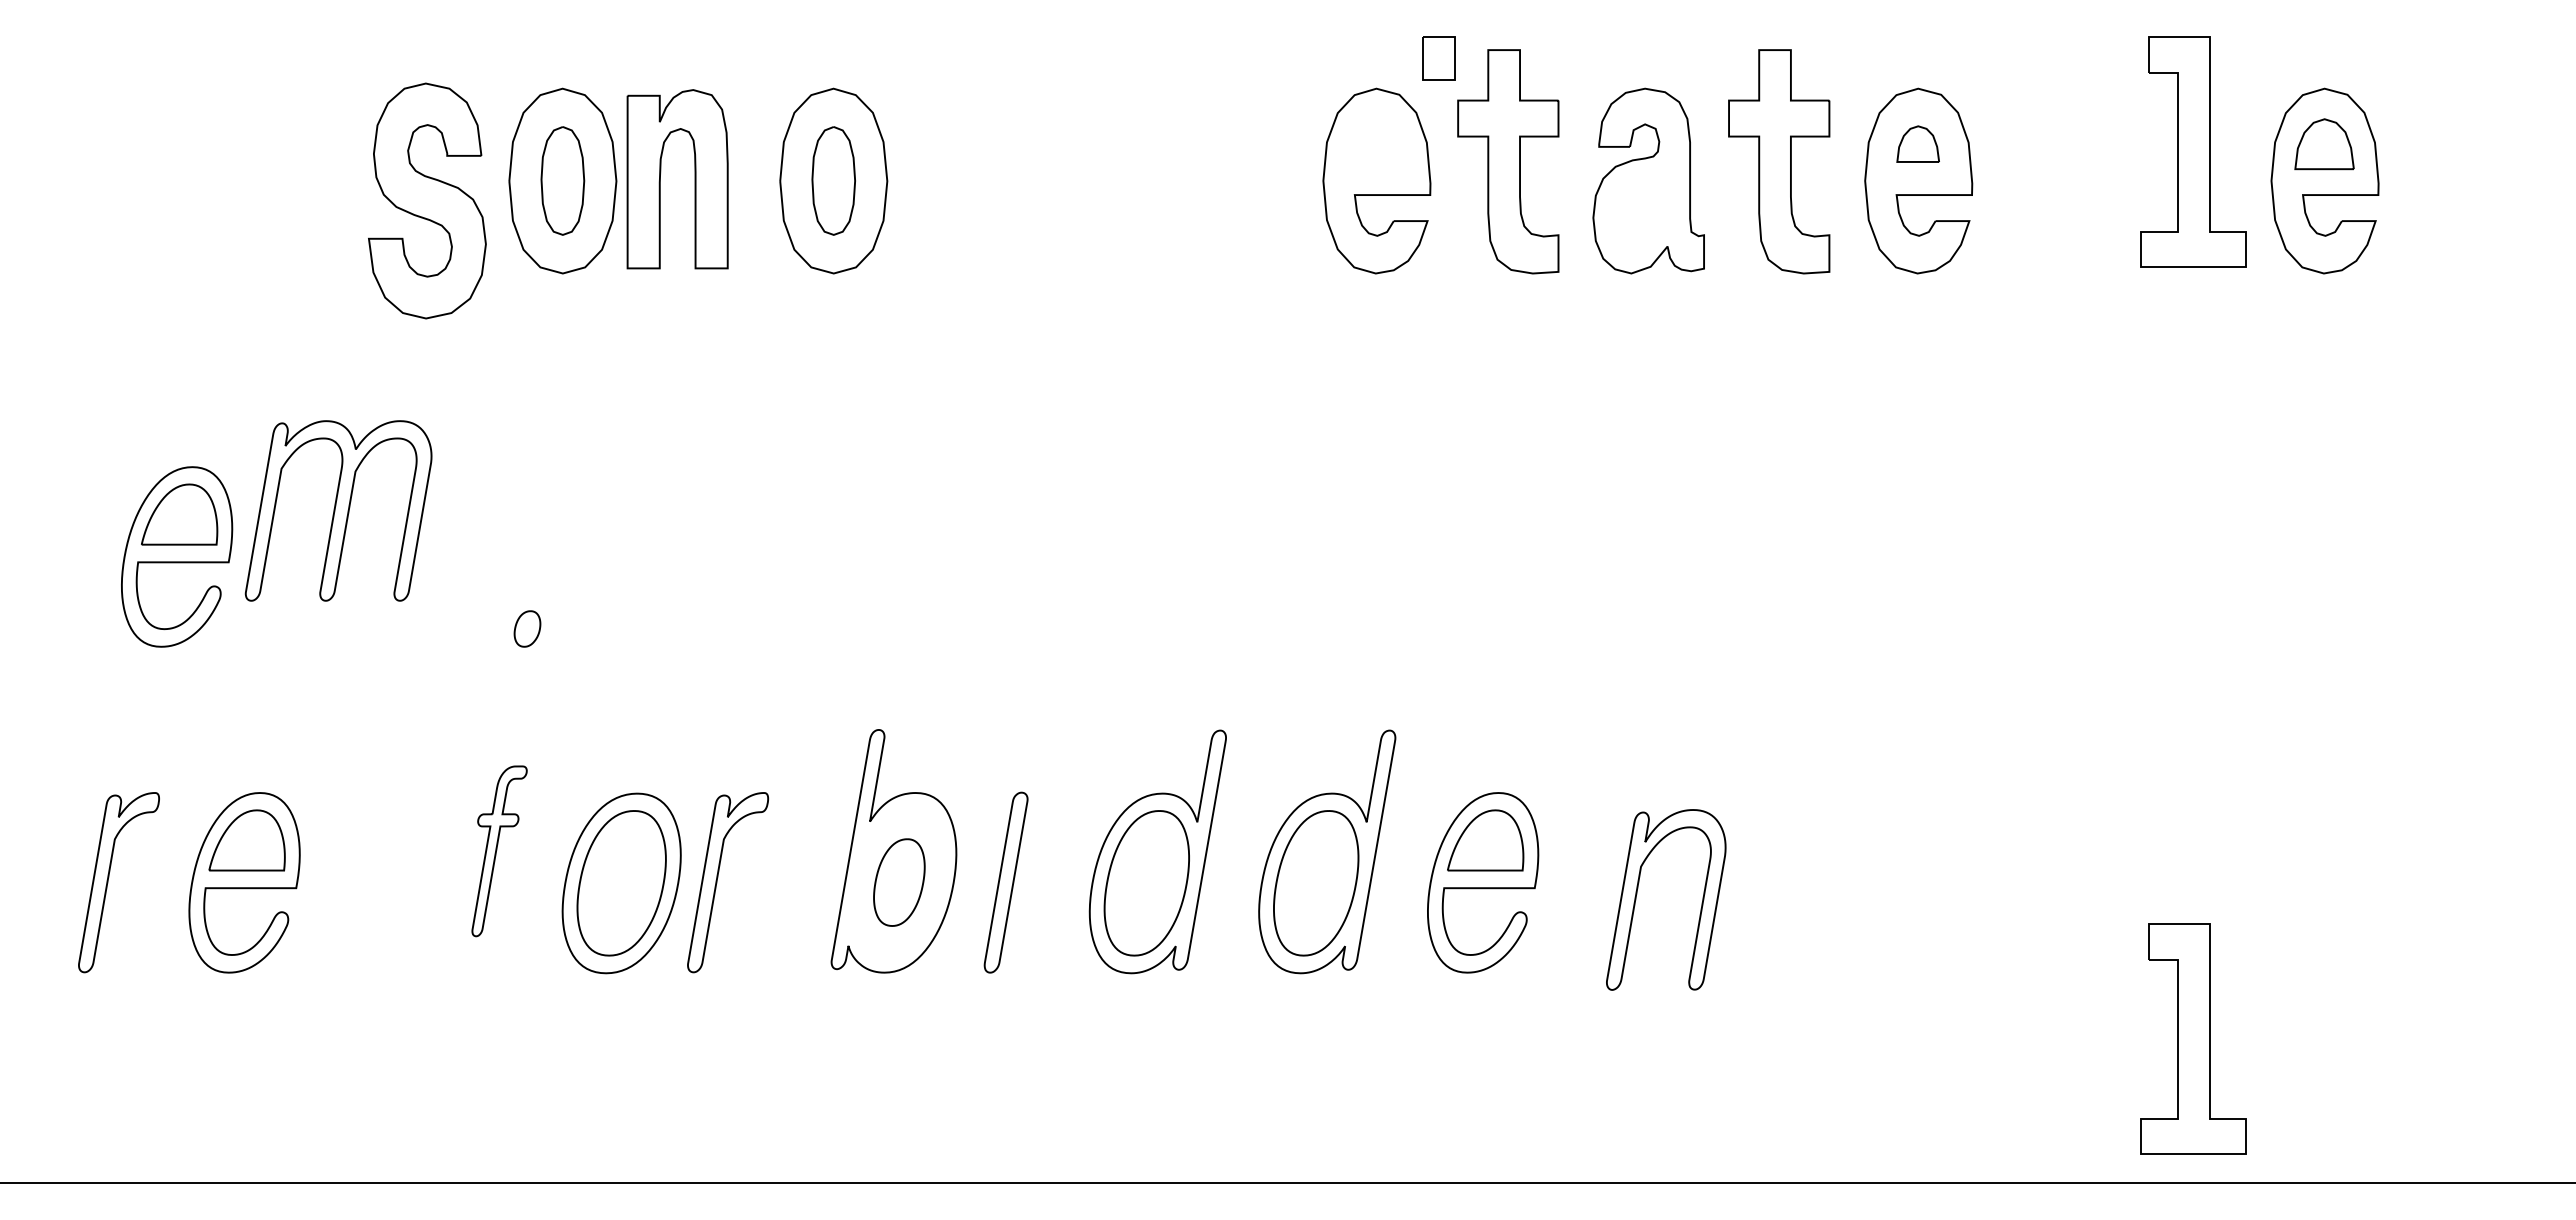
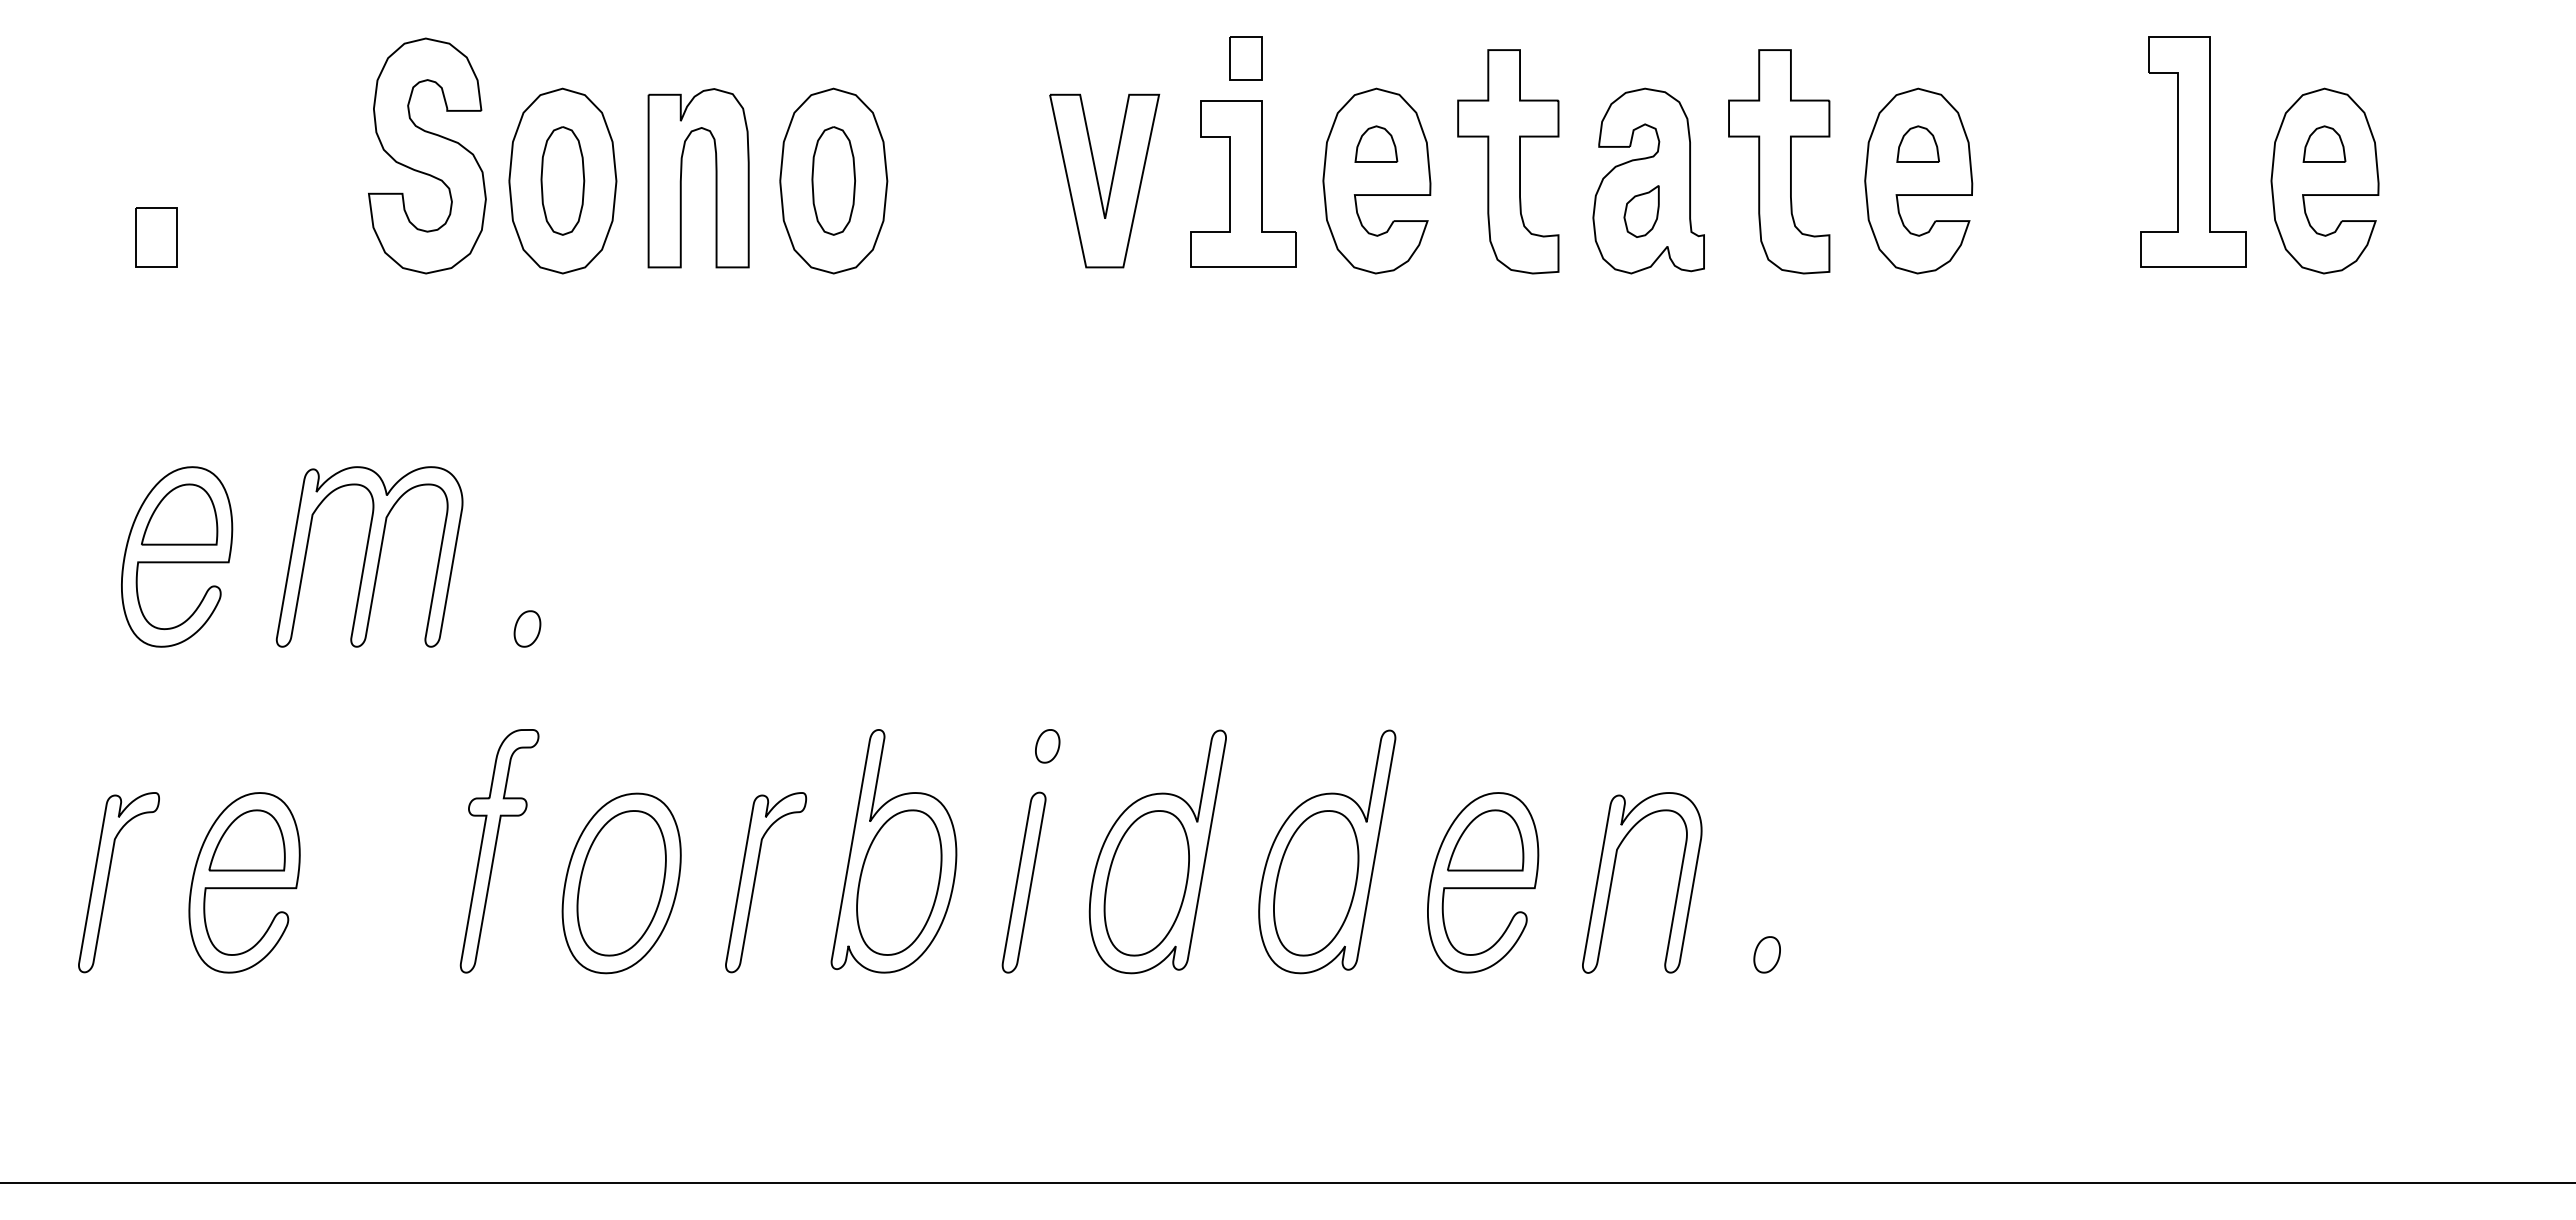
part at (1438, 58) position: (1438, 58) -> (1245, 58)
part at (1376, 143): none -> present
part at (2324, 144) size: 61x53 px -> 45x38 px
part at (660, 179) position: (660, 179) -> (681, 178)
part at (1104, 180): none -> present
part at (1243, 183): none -> present
part at (427, 200) position: (427, 200) -> (427, 155)
part at (1641, 211): none -> present
part at (156, 237): none -> present
part at (338, 510) position: (338, 510) -> (369, 556)
part at (1047, 746): none -> present
part at (499, 851) size: 57x173 px -> 81x245 px
part at (717, 882) position: (717, 882) -> (755, 882)
part at (899, 882) size: 53x89 px -> 87x147 px
part at (1005, 882) position: (1005, 882) -> (1023, 882)
part at (1637, 894) position: (1637, 894) -> (1613, 877)
part at (1766, 954): none -> present
part at (2193, 1038): present -> none
